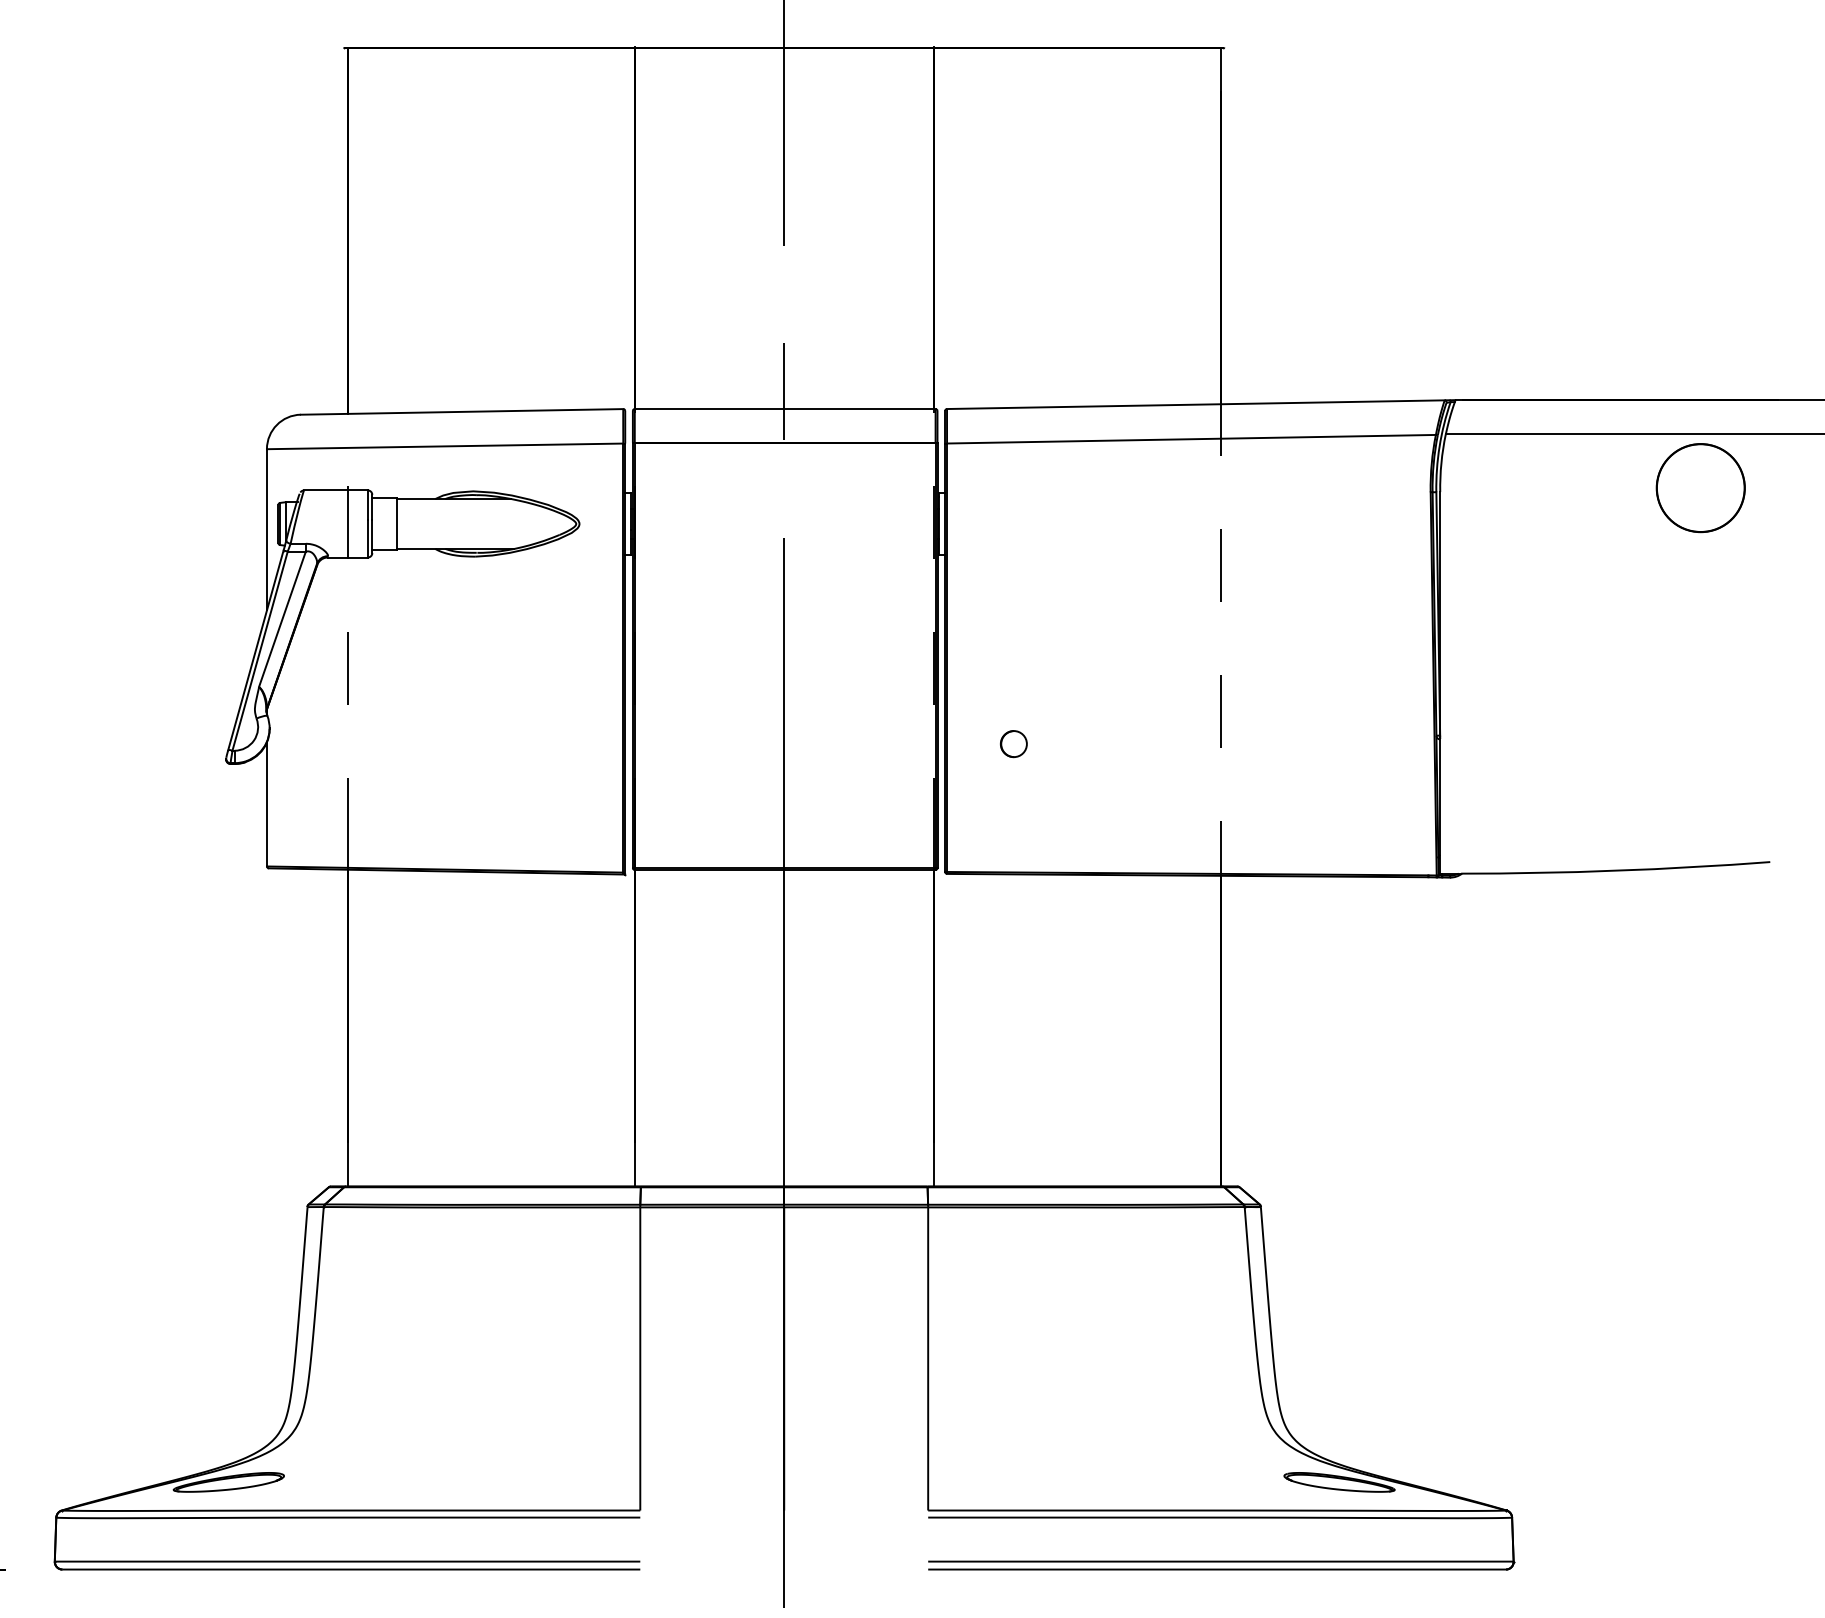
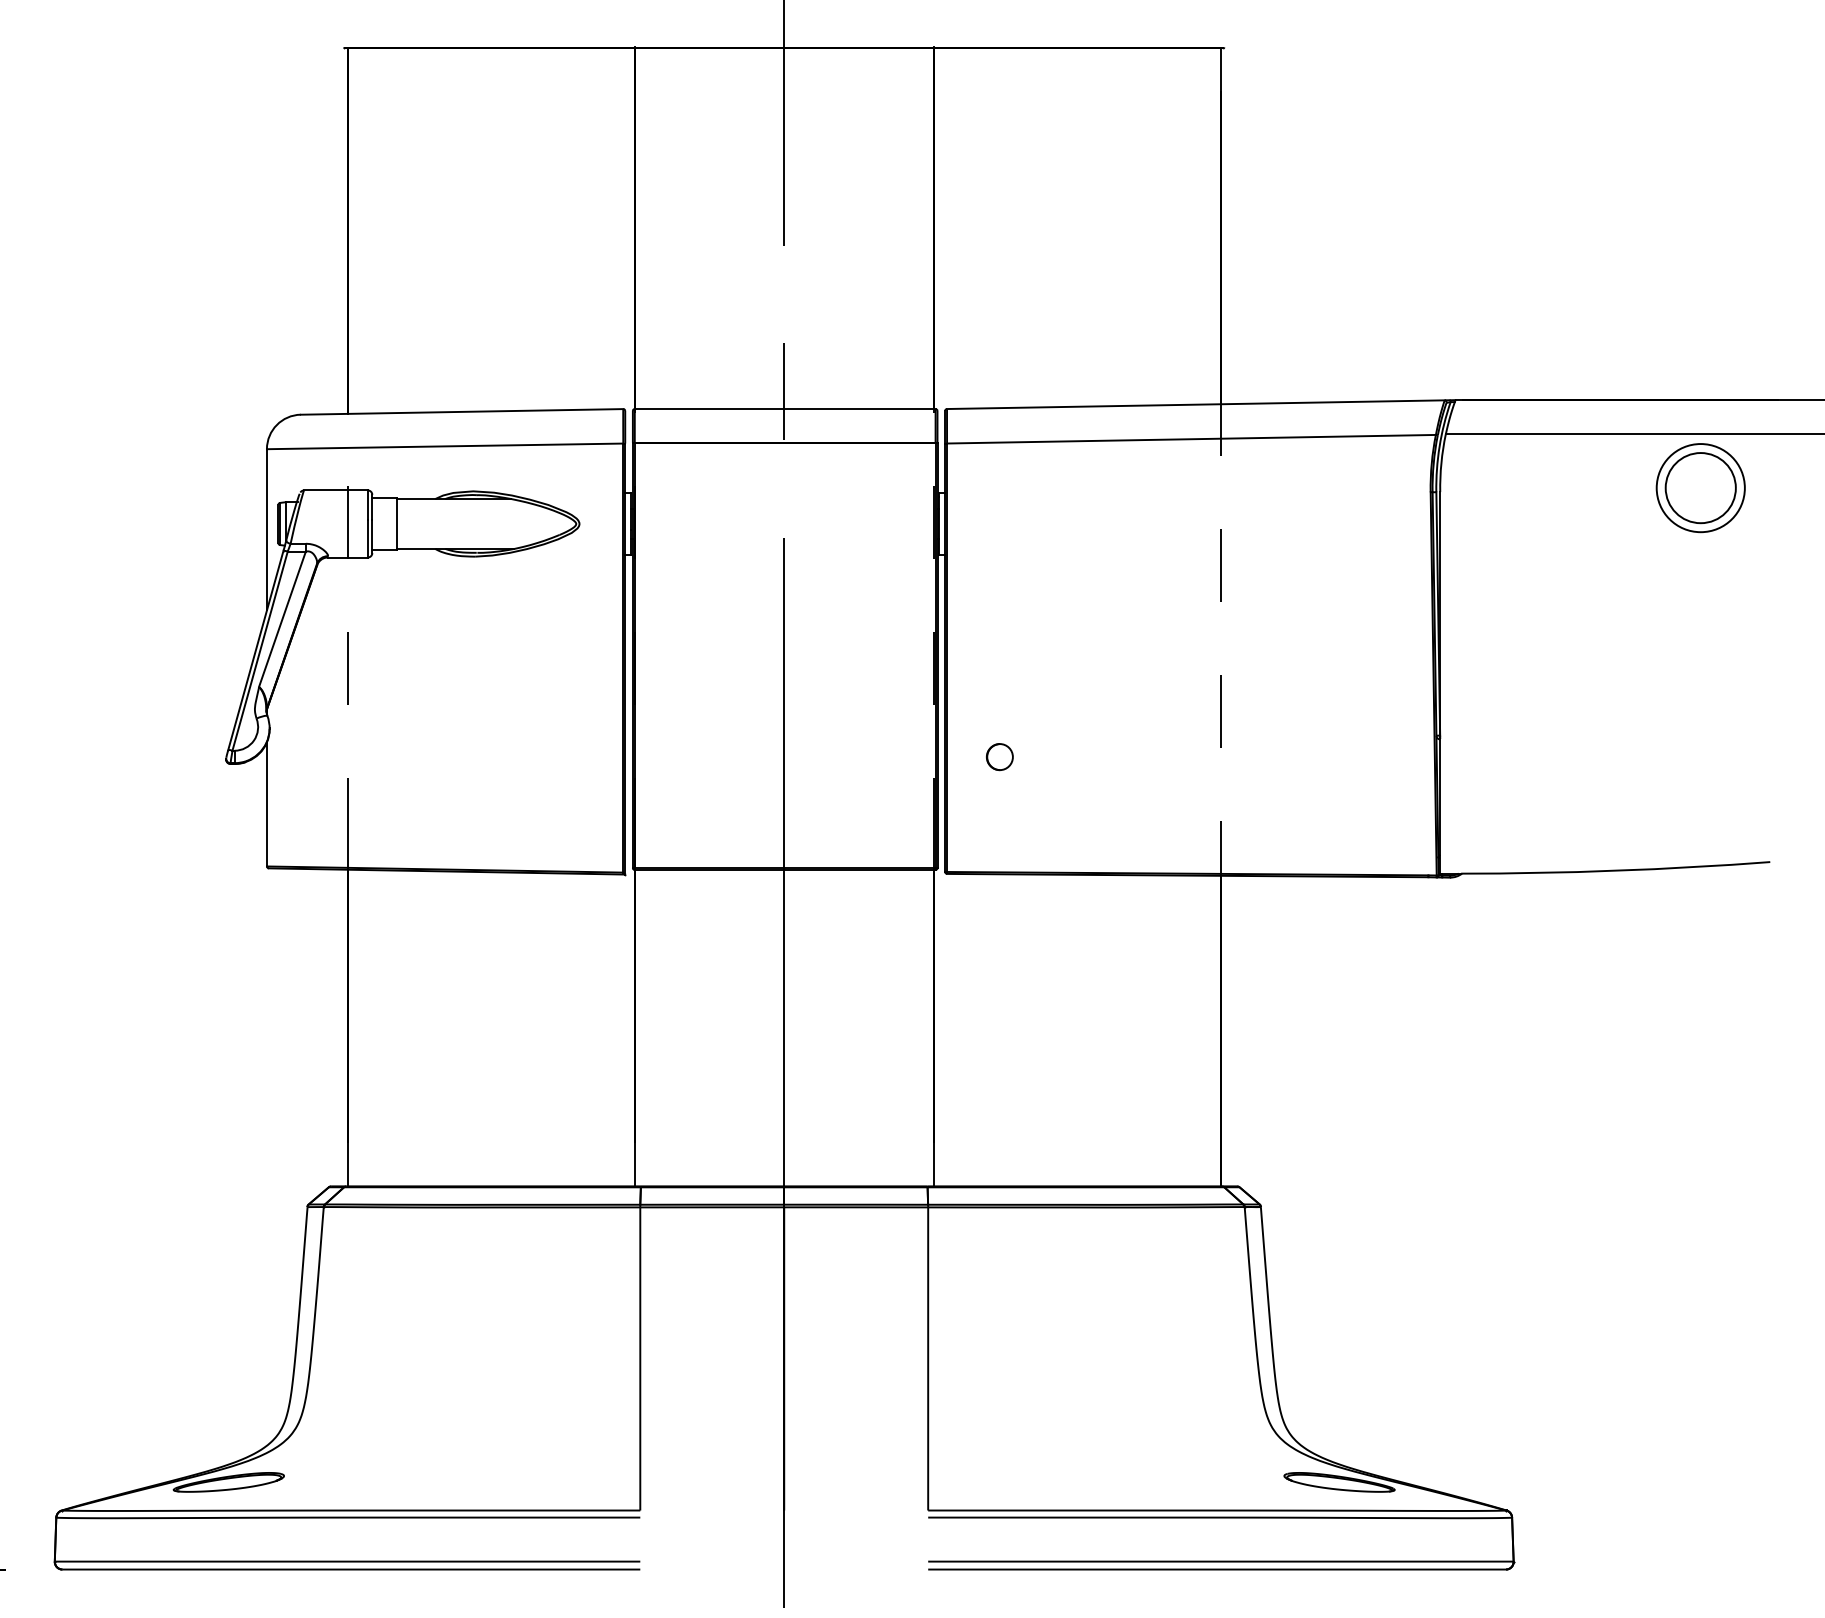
circle at (1700, 487) diameter: 88 px -> 70 px
circle at (1013, 744) position: (1013, 744) -> (999, 757)
